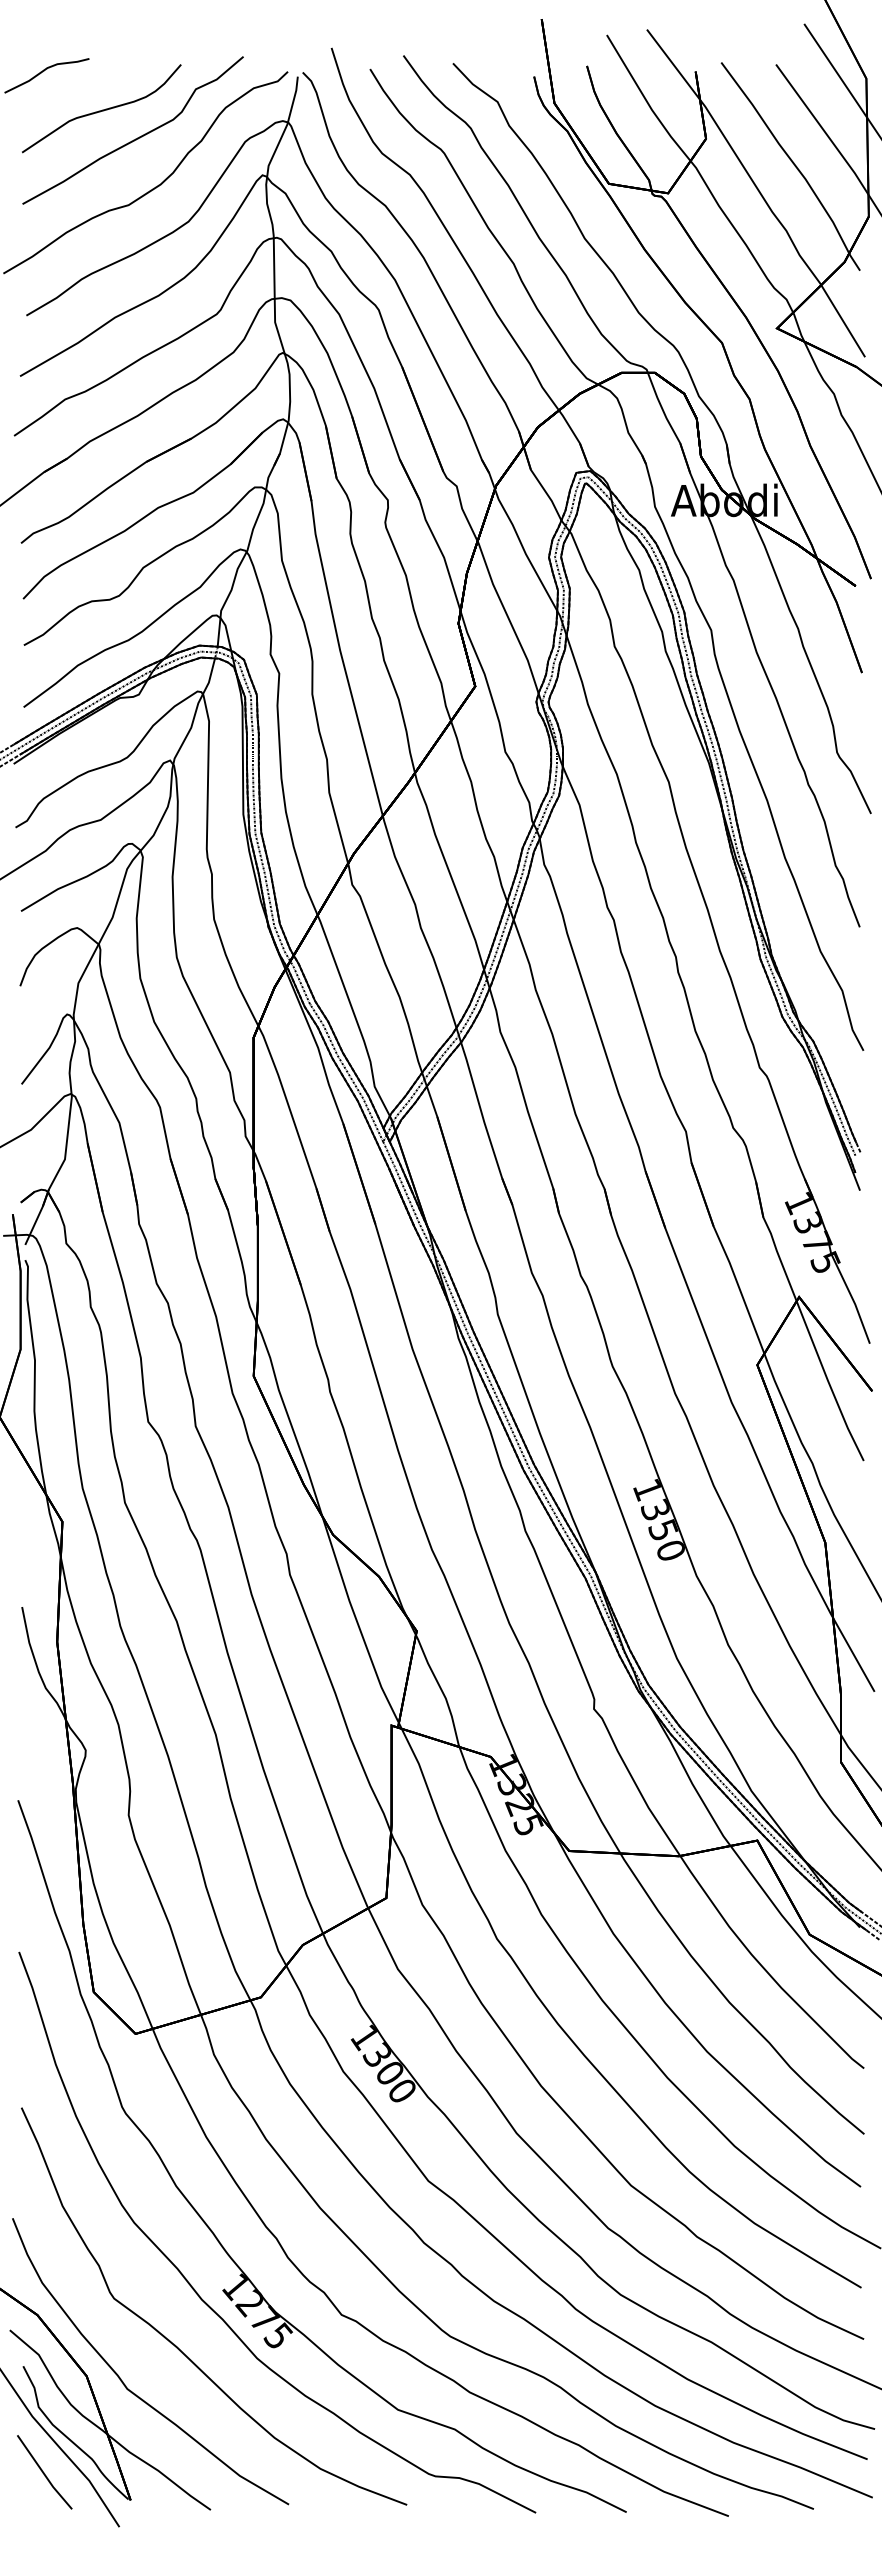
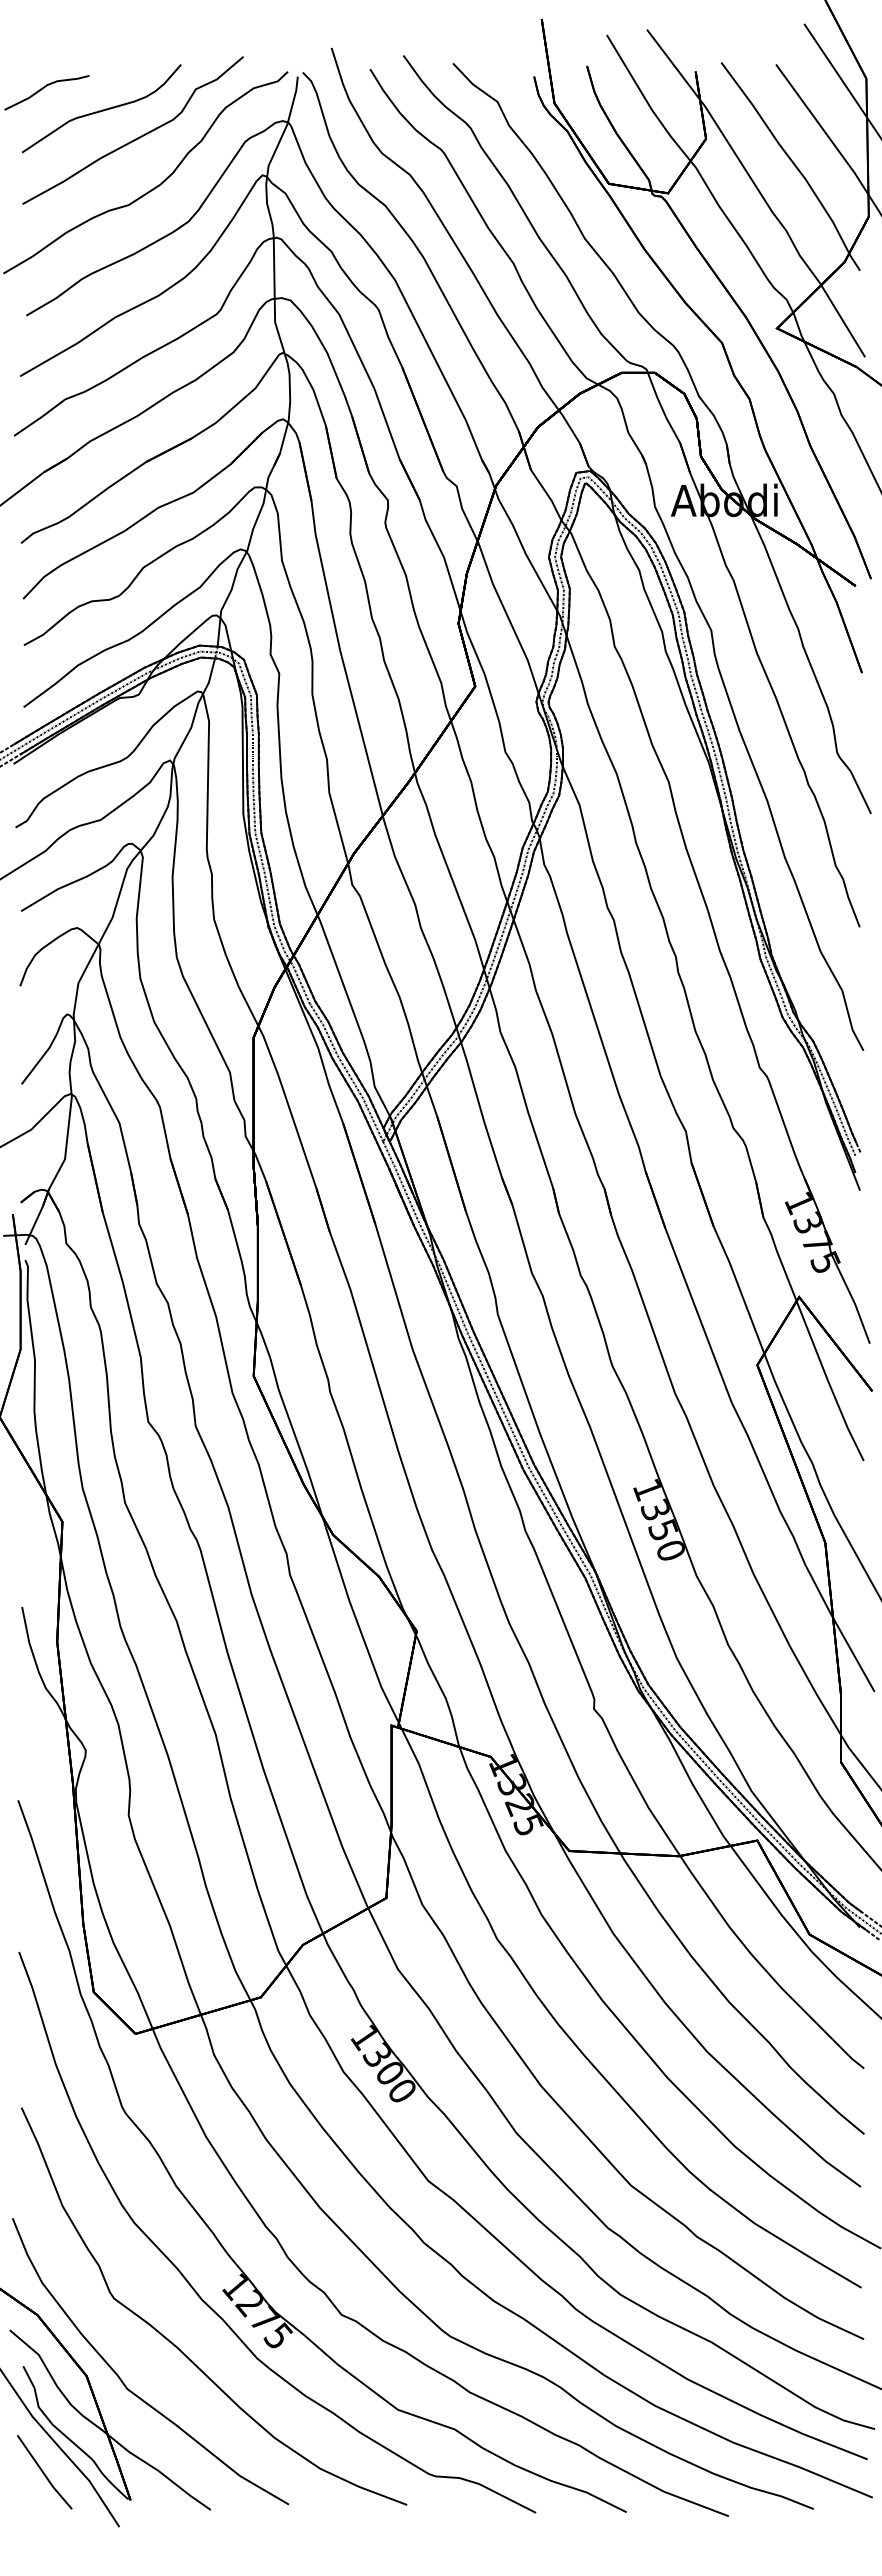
curve at (44, 71) position: (44, 71) -> (44, 88)
